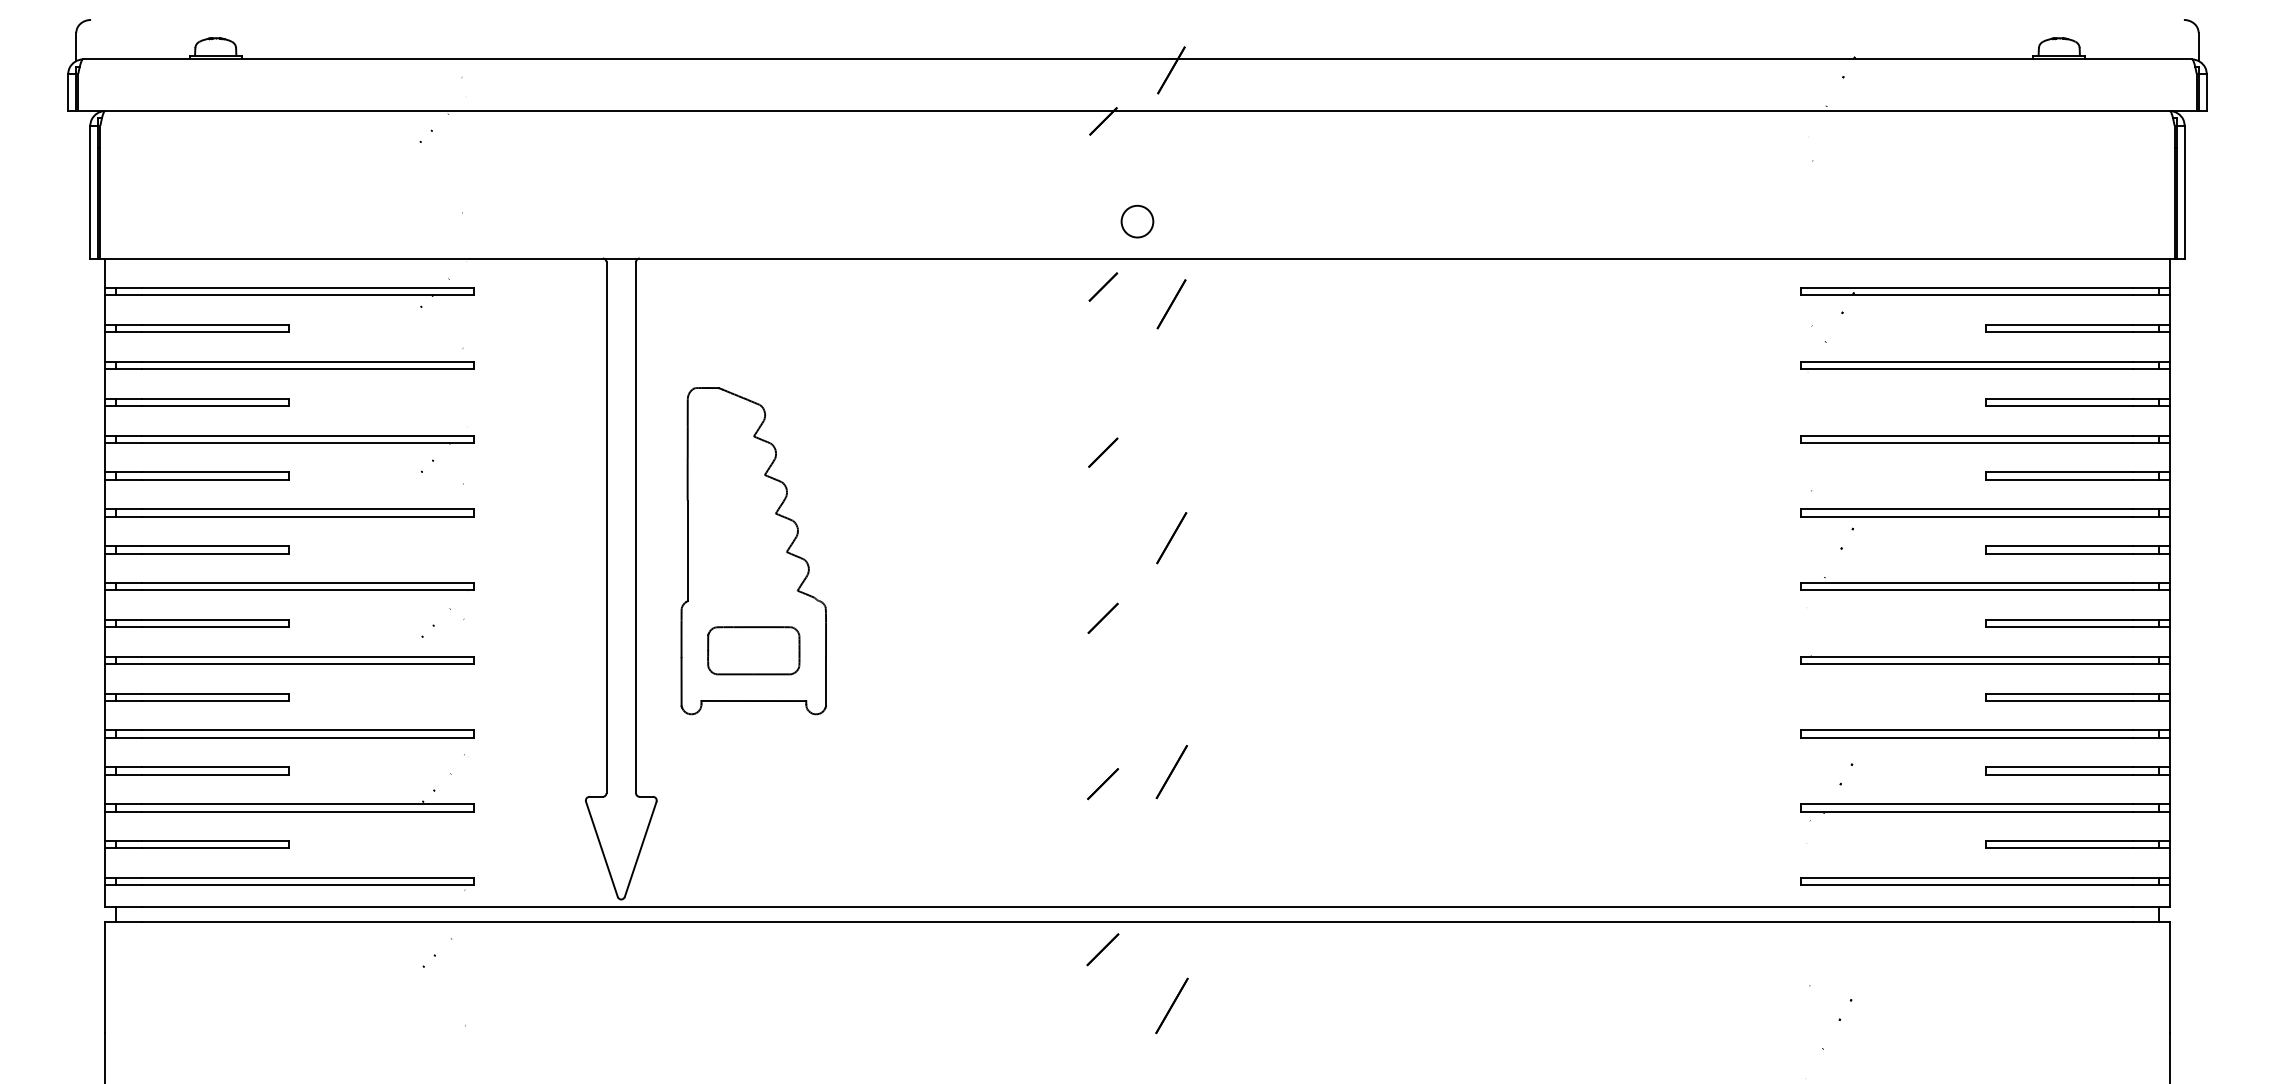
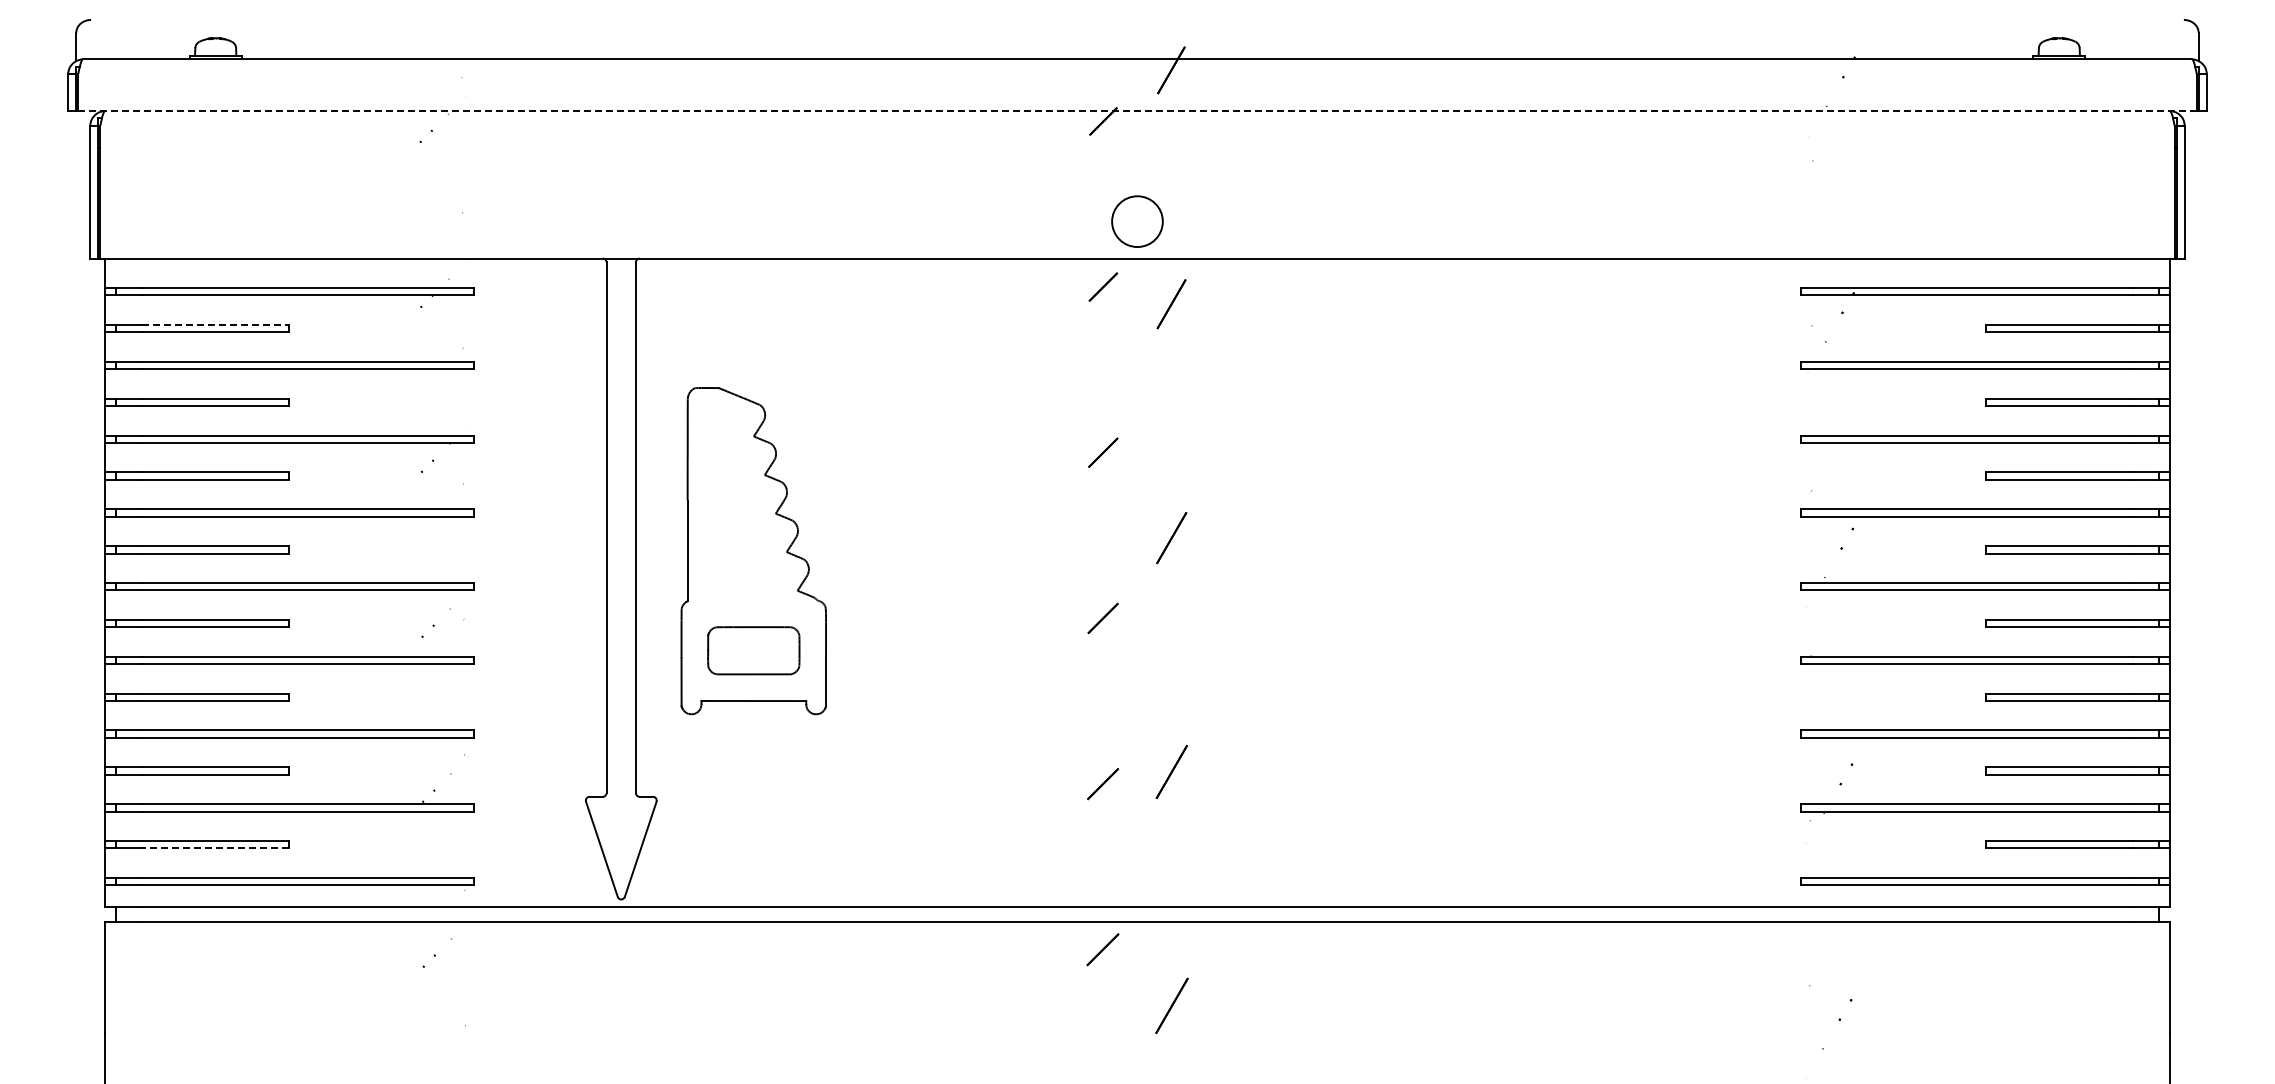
line at (1138, 111): solid -> dashed
circle at (1137, 221) diameter: 32 px -> 51 px
line at (215, 324): solid -> dashed
line at (215, 848): solid -> dashed
